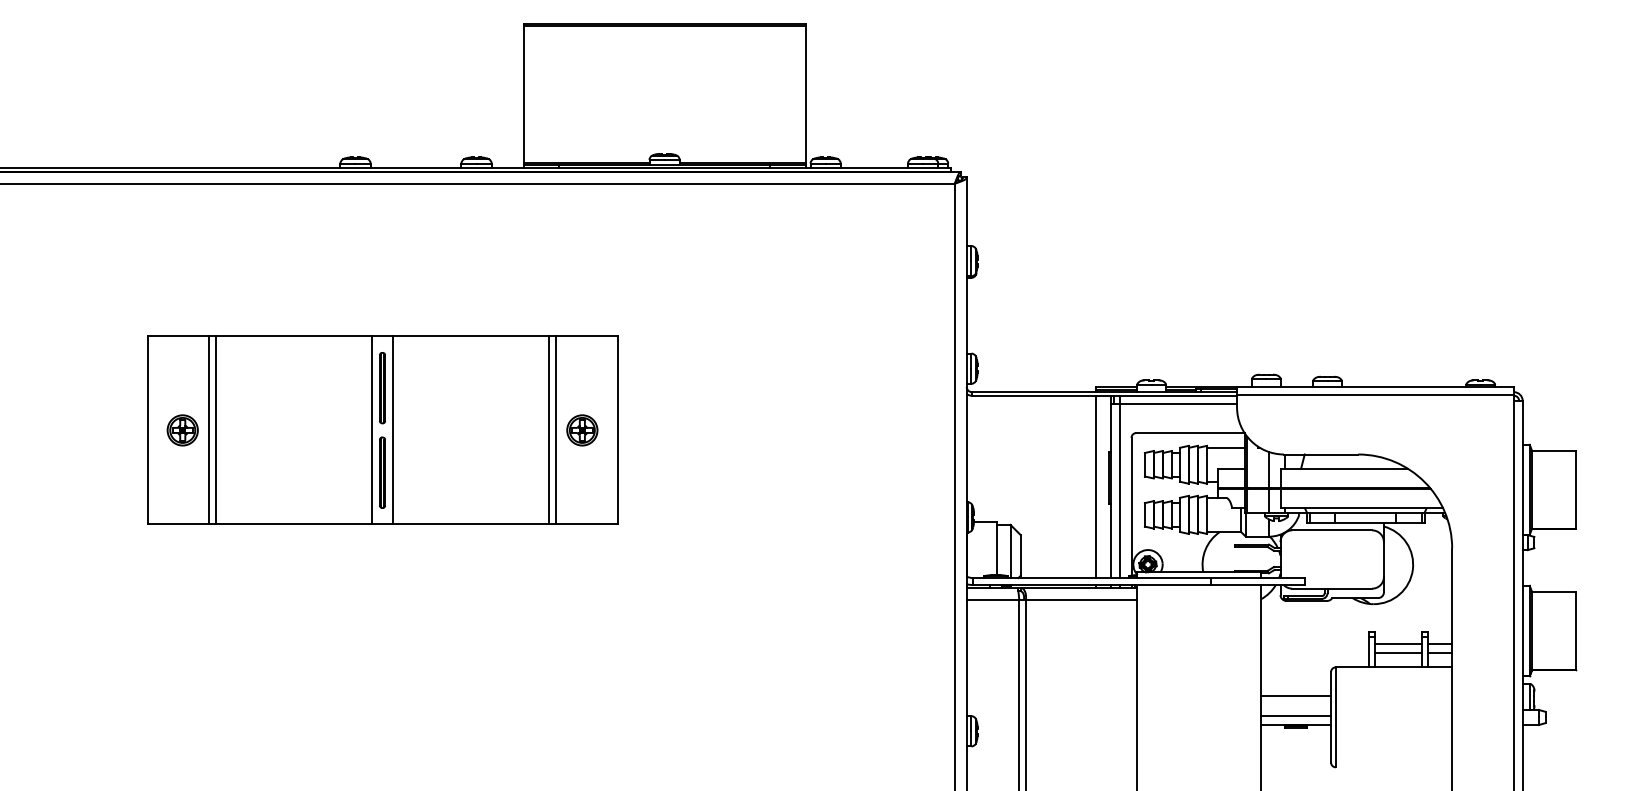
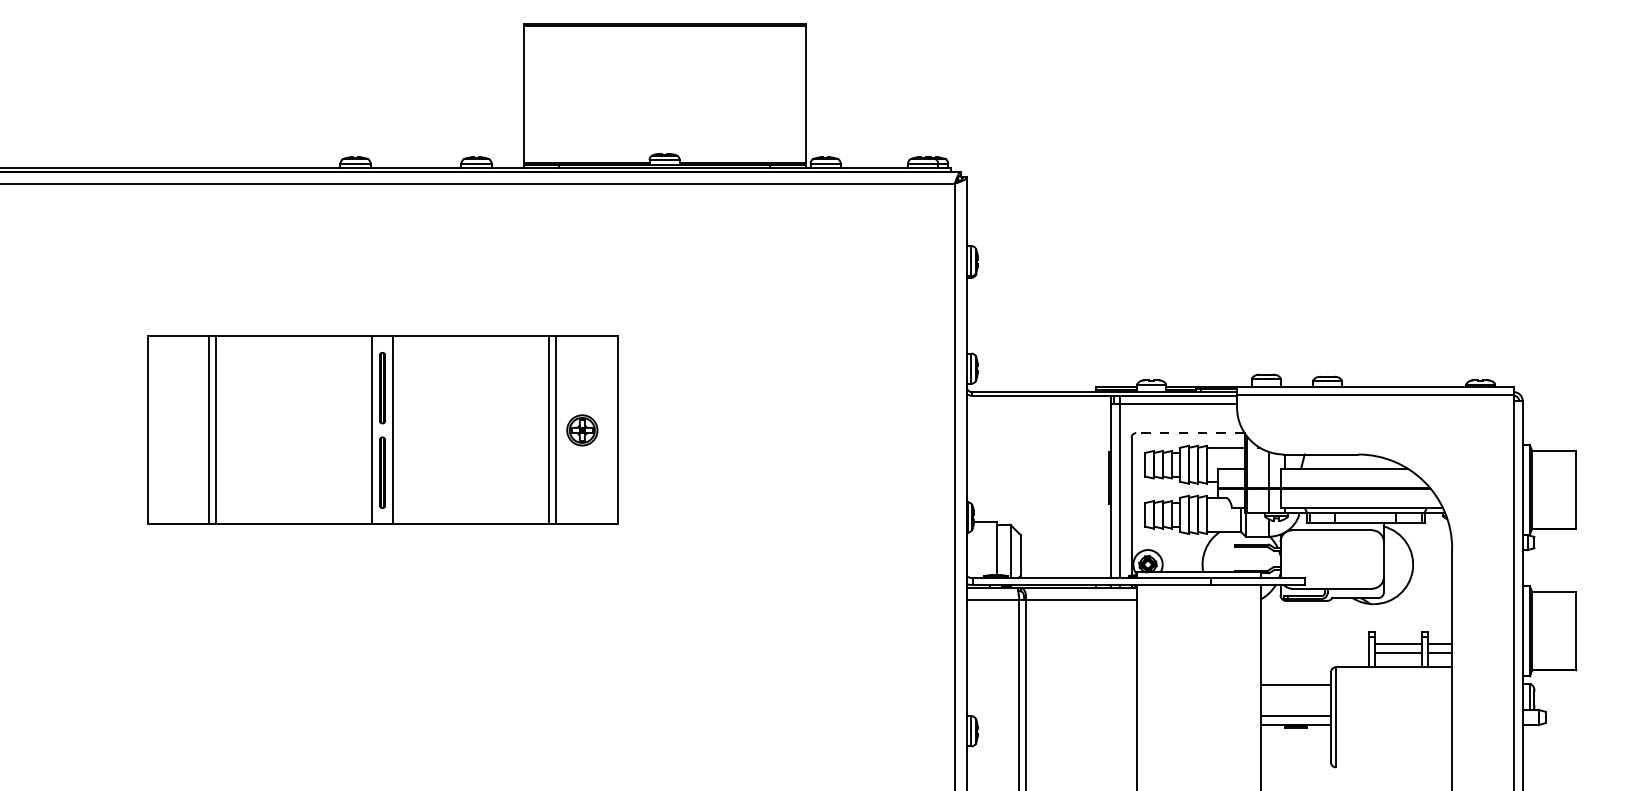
part at (182, 430): present -> none
line at (1189, 433): solid -> dashed
line at (1096, 486): present -> none
line at (1296, 696) position: (1296, 696) -> (1296, 685)
